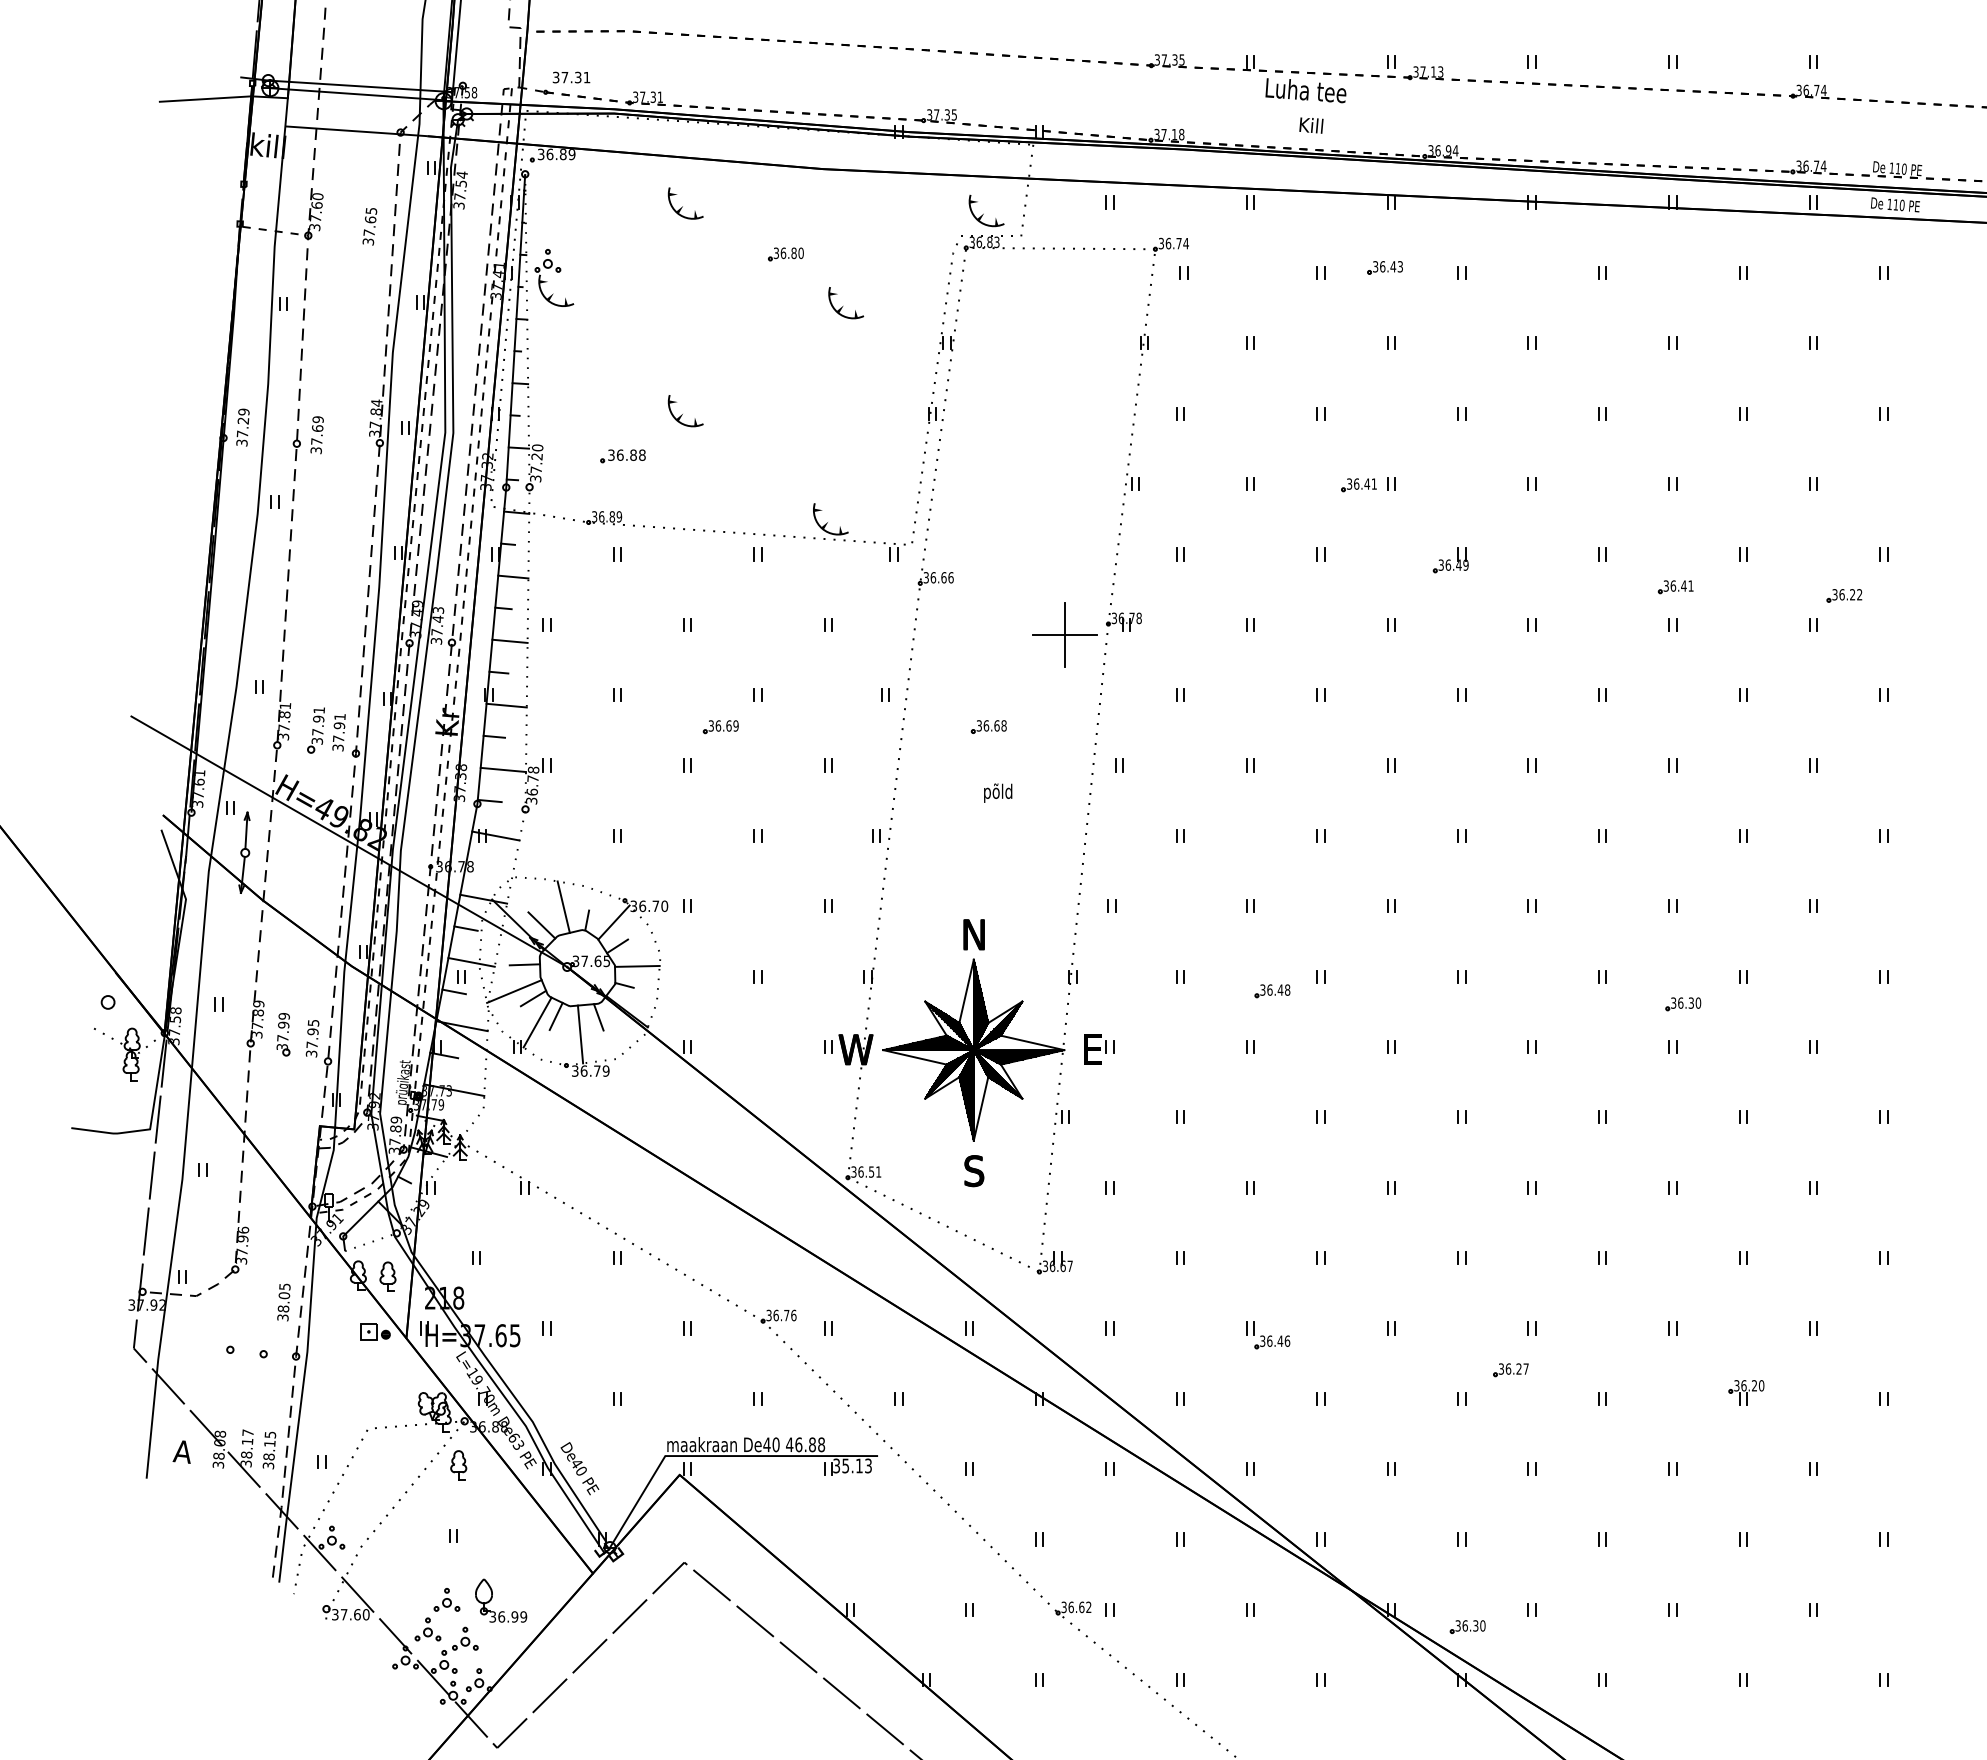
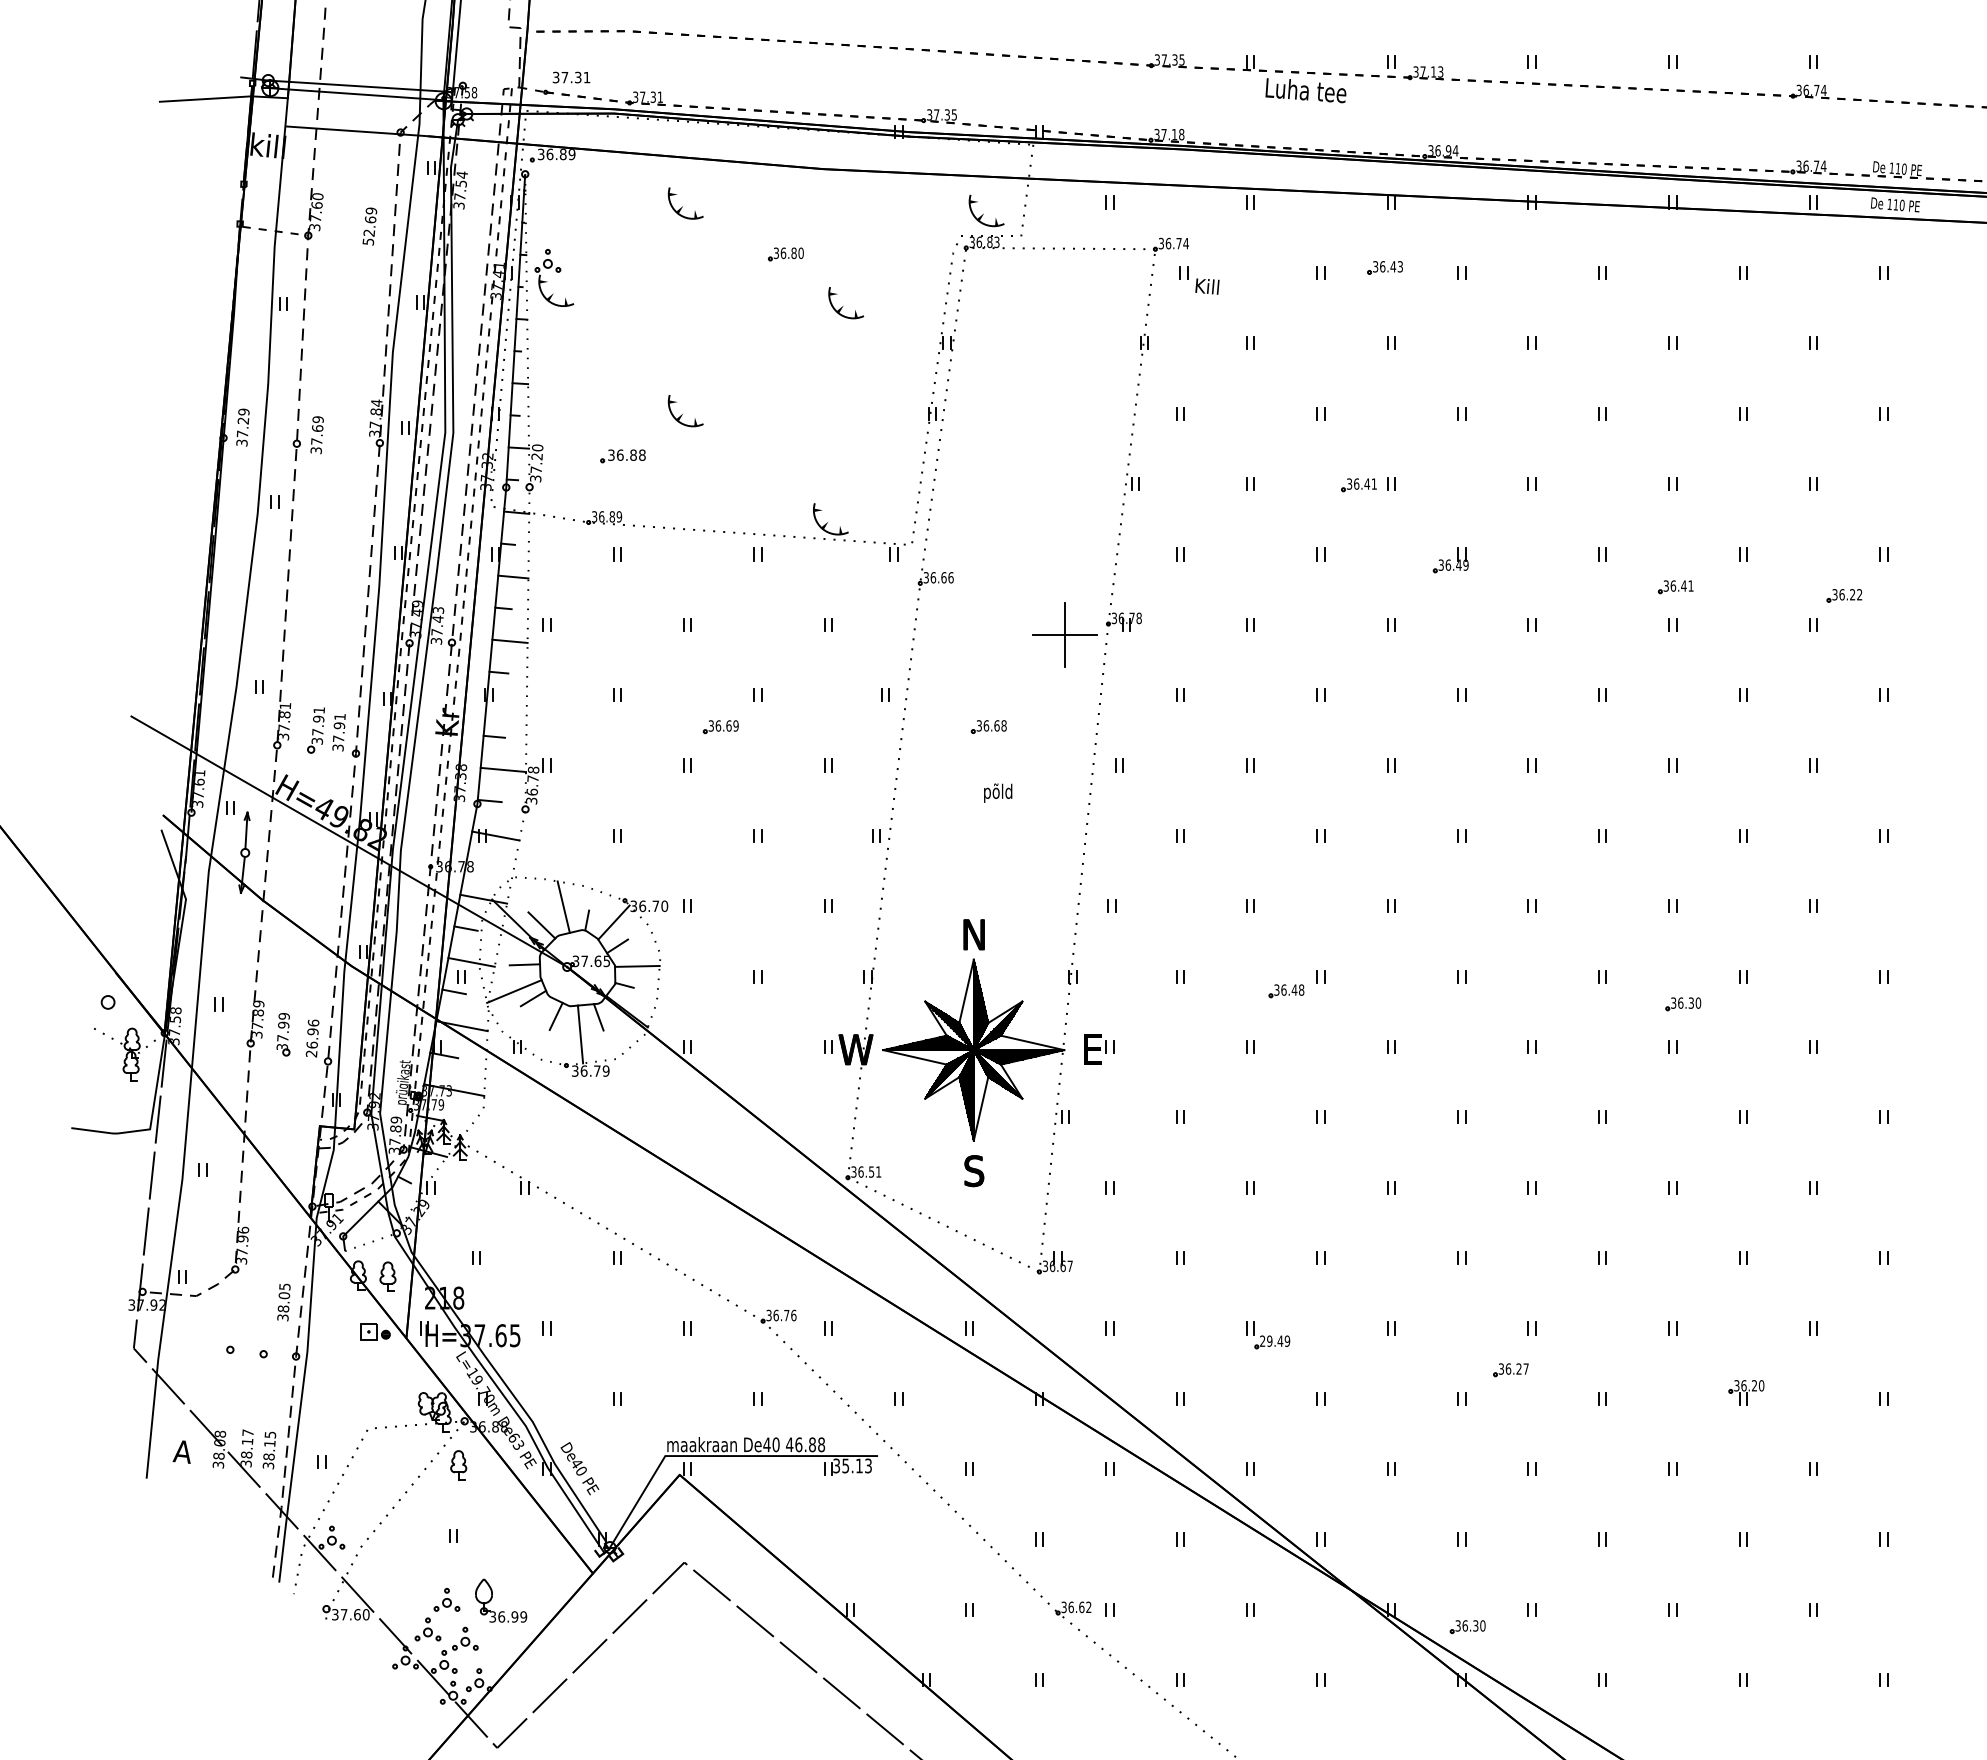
text at (1311, 125) position: (1311, 125) -> (1207, 286)
text at (369, 225): 37.65 -> 52.69
line at (506, 705): present -> none
part at (1272, 991) position: (1272, 991) -> (1286, 991)
line at (537, 1022): present -> none
text at (312, 1038): 37.95 -> 26.96
text at (1275, 1340): 36.46 -> 29.49
